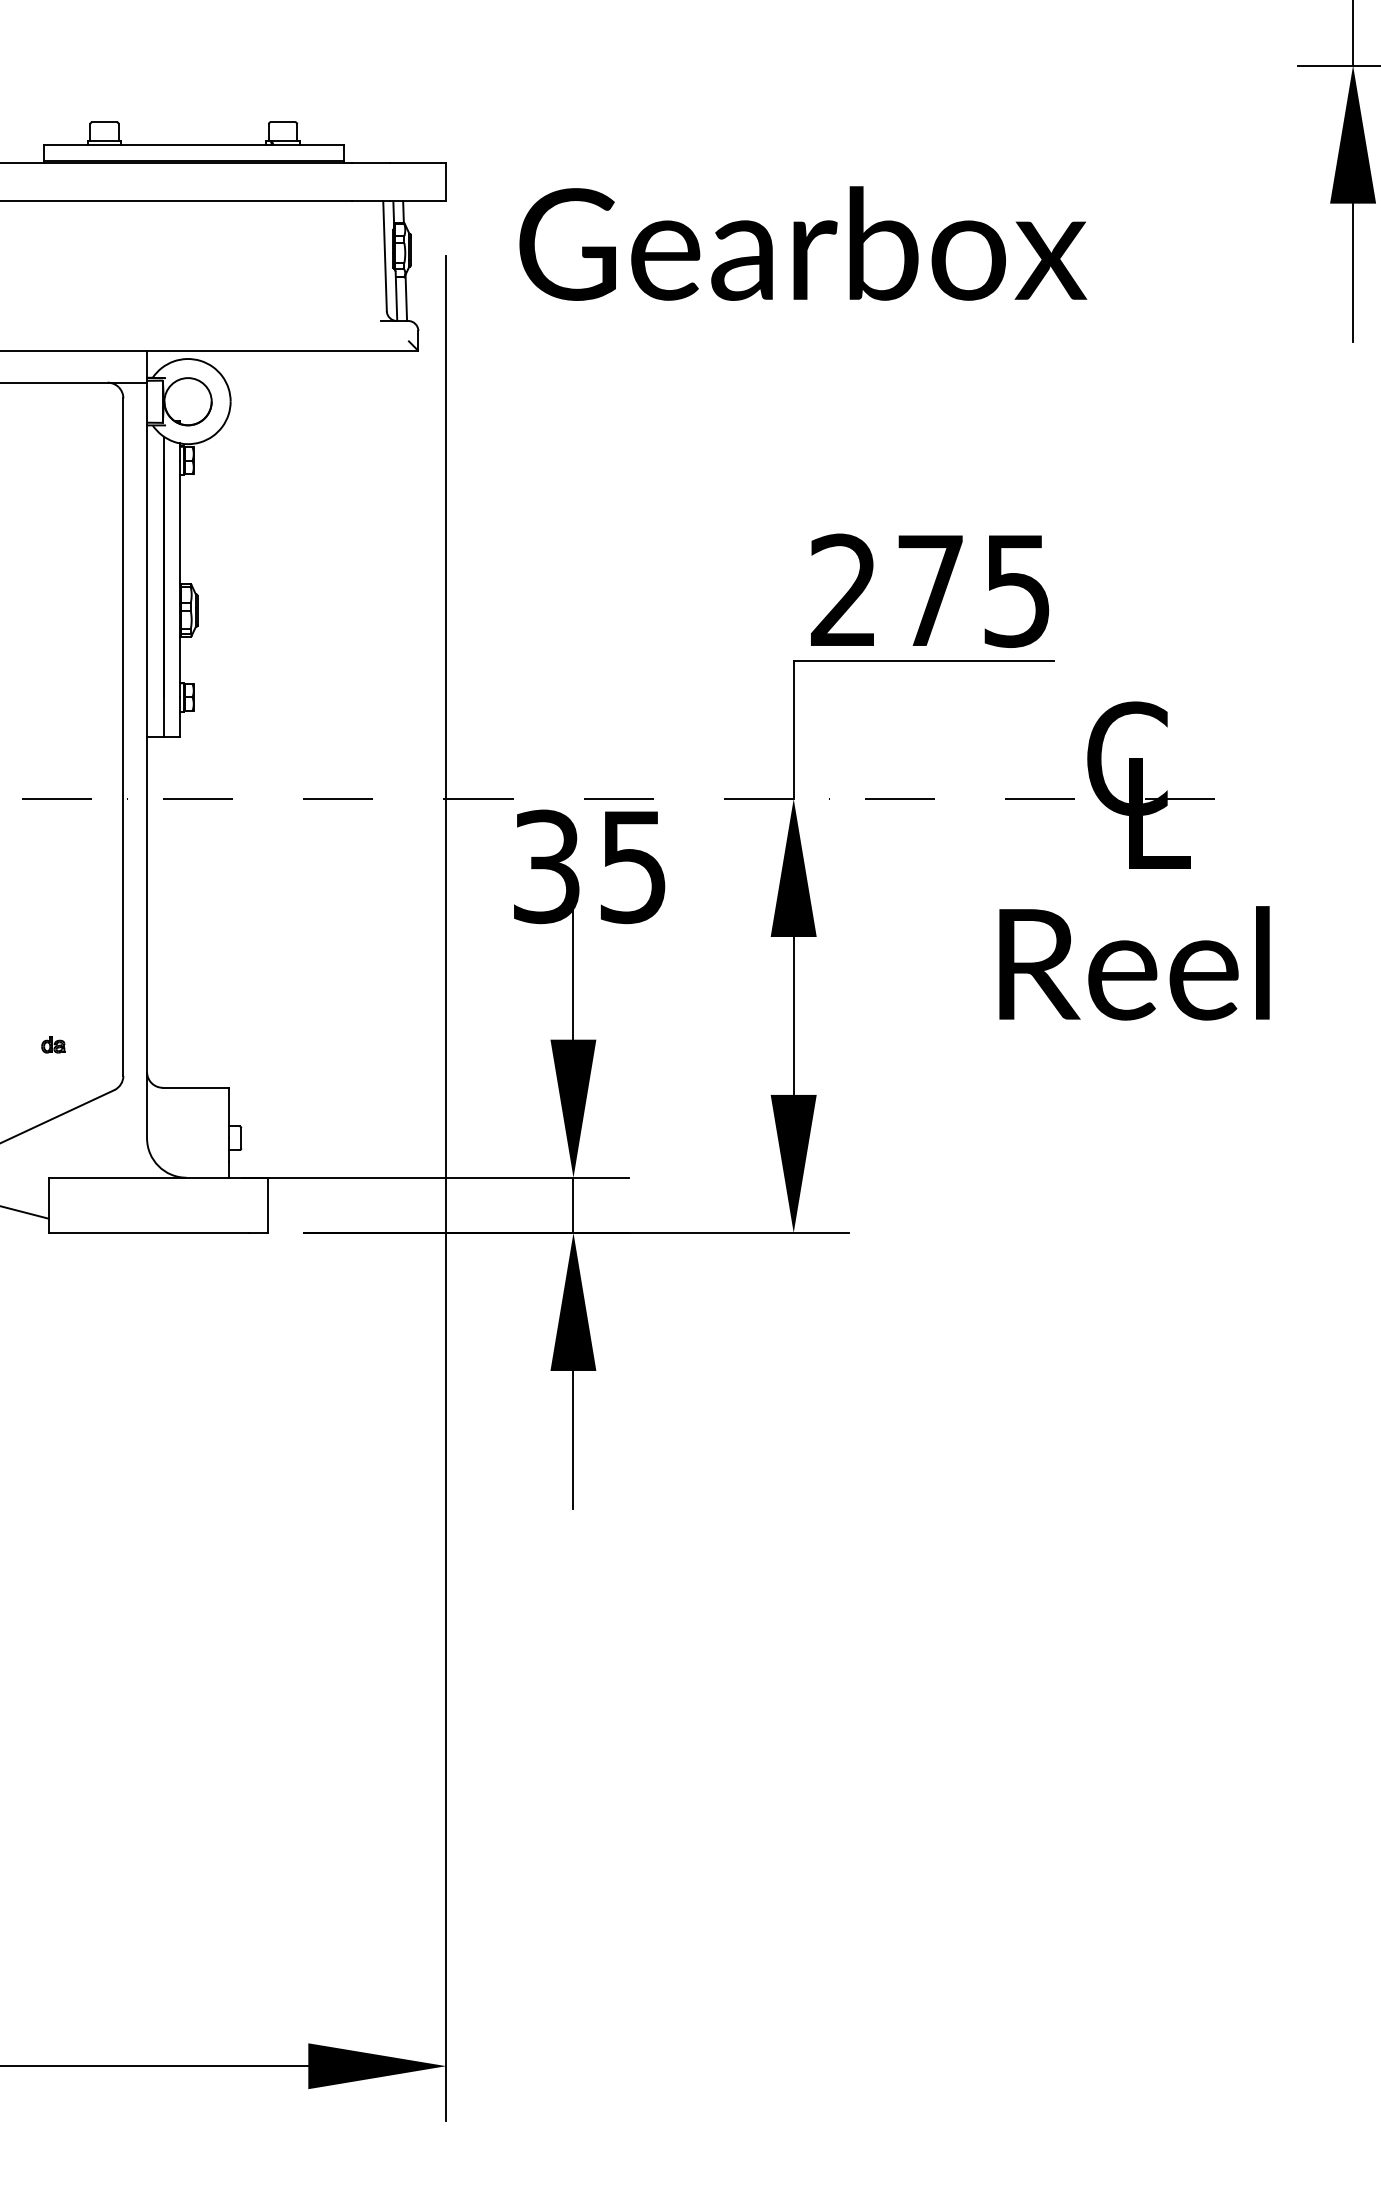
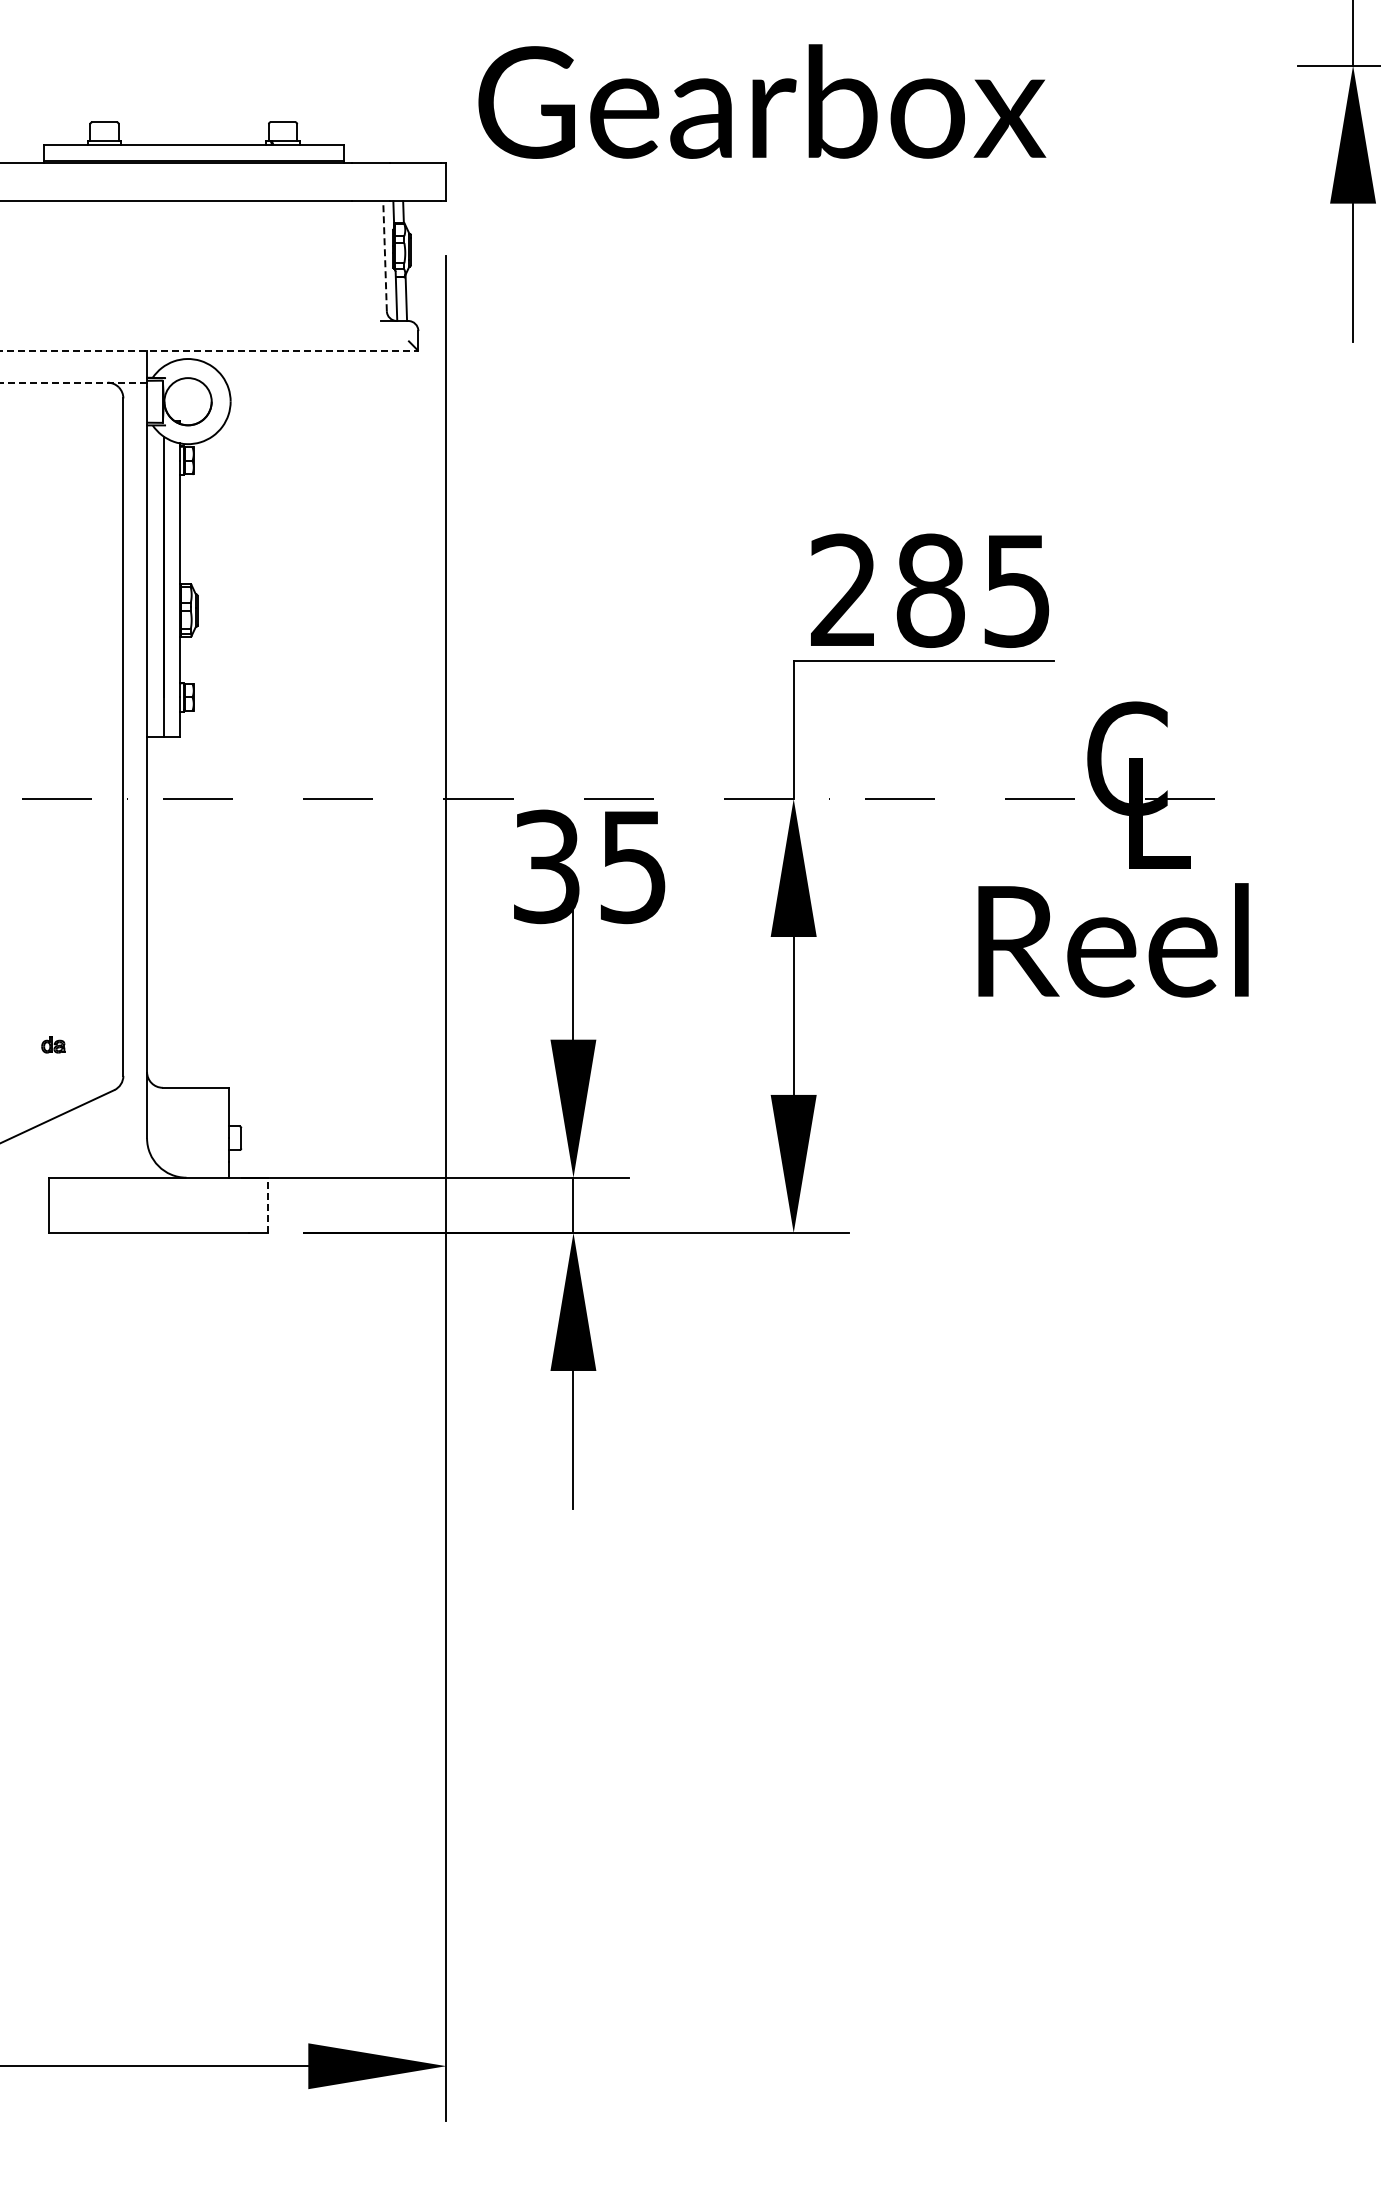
text at (803, 243) position: (803, 243) -> (762, 101)
line at (385, 255): solid -> dashed
line at (209, 351): solid -> dashed
line at (73, 382): solid -> dashed
text at (930, 590): 275 -> 285
text at (1134, 963) position: (1134, 963) -> (1113, 940)
line at (268, 1205): solid -> dashed
line at (25, 1212): present -> none
